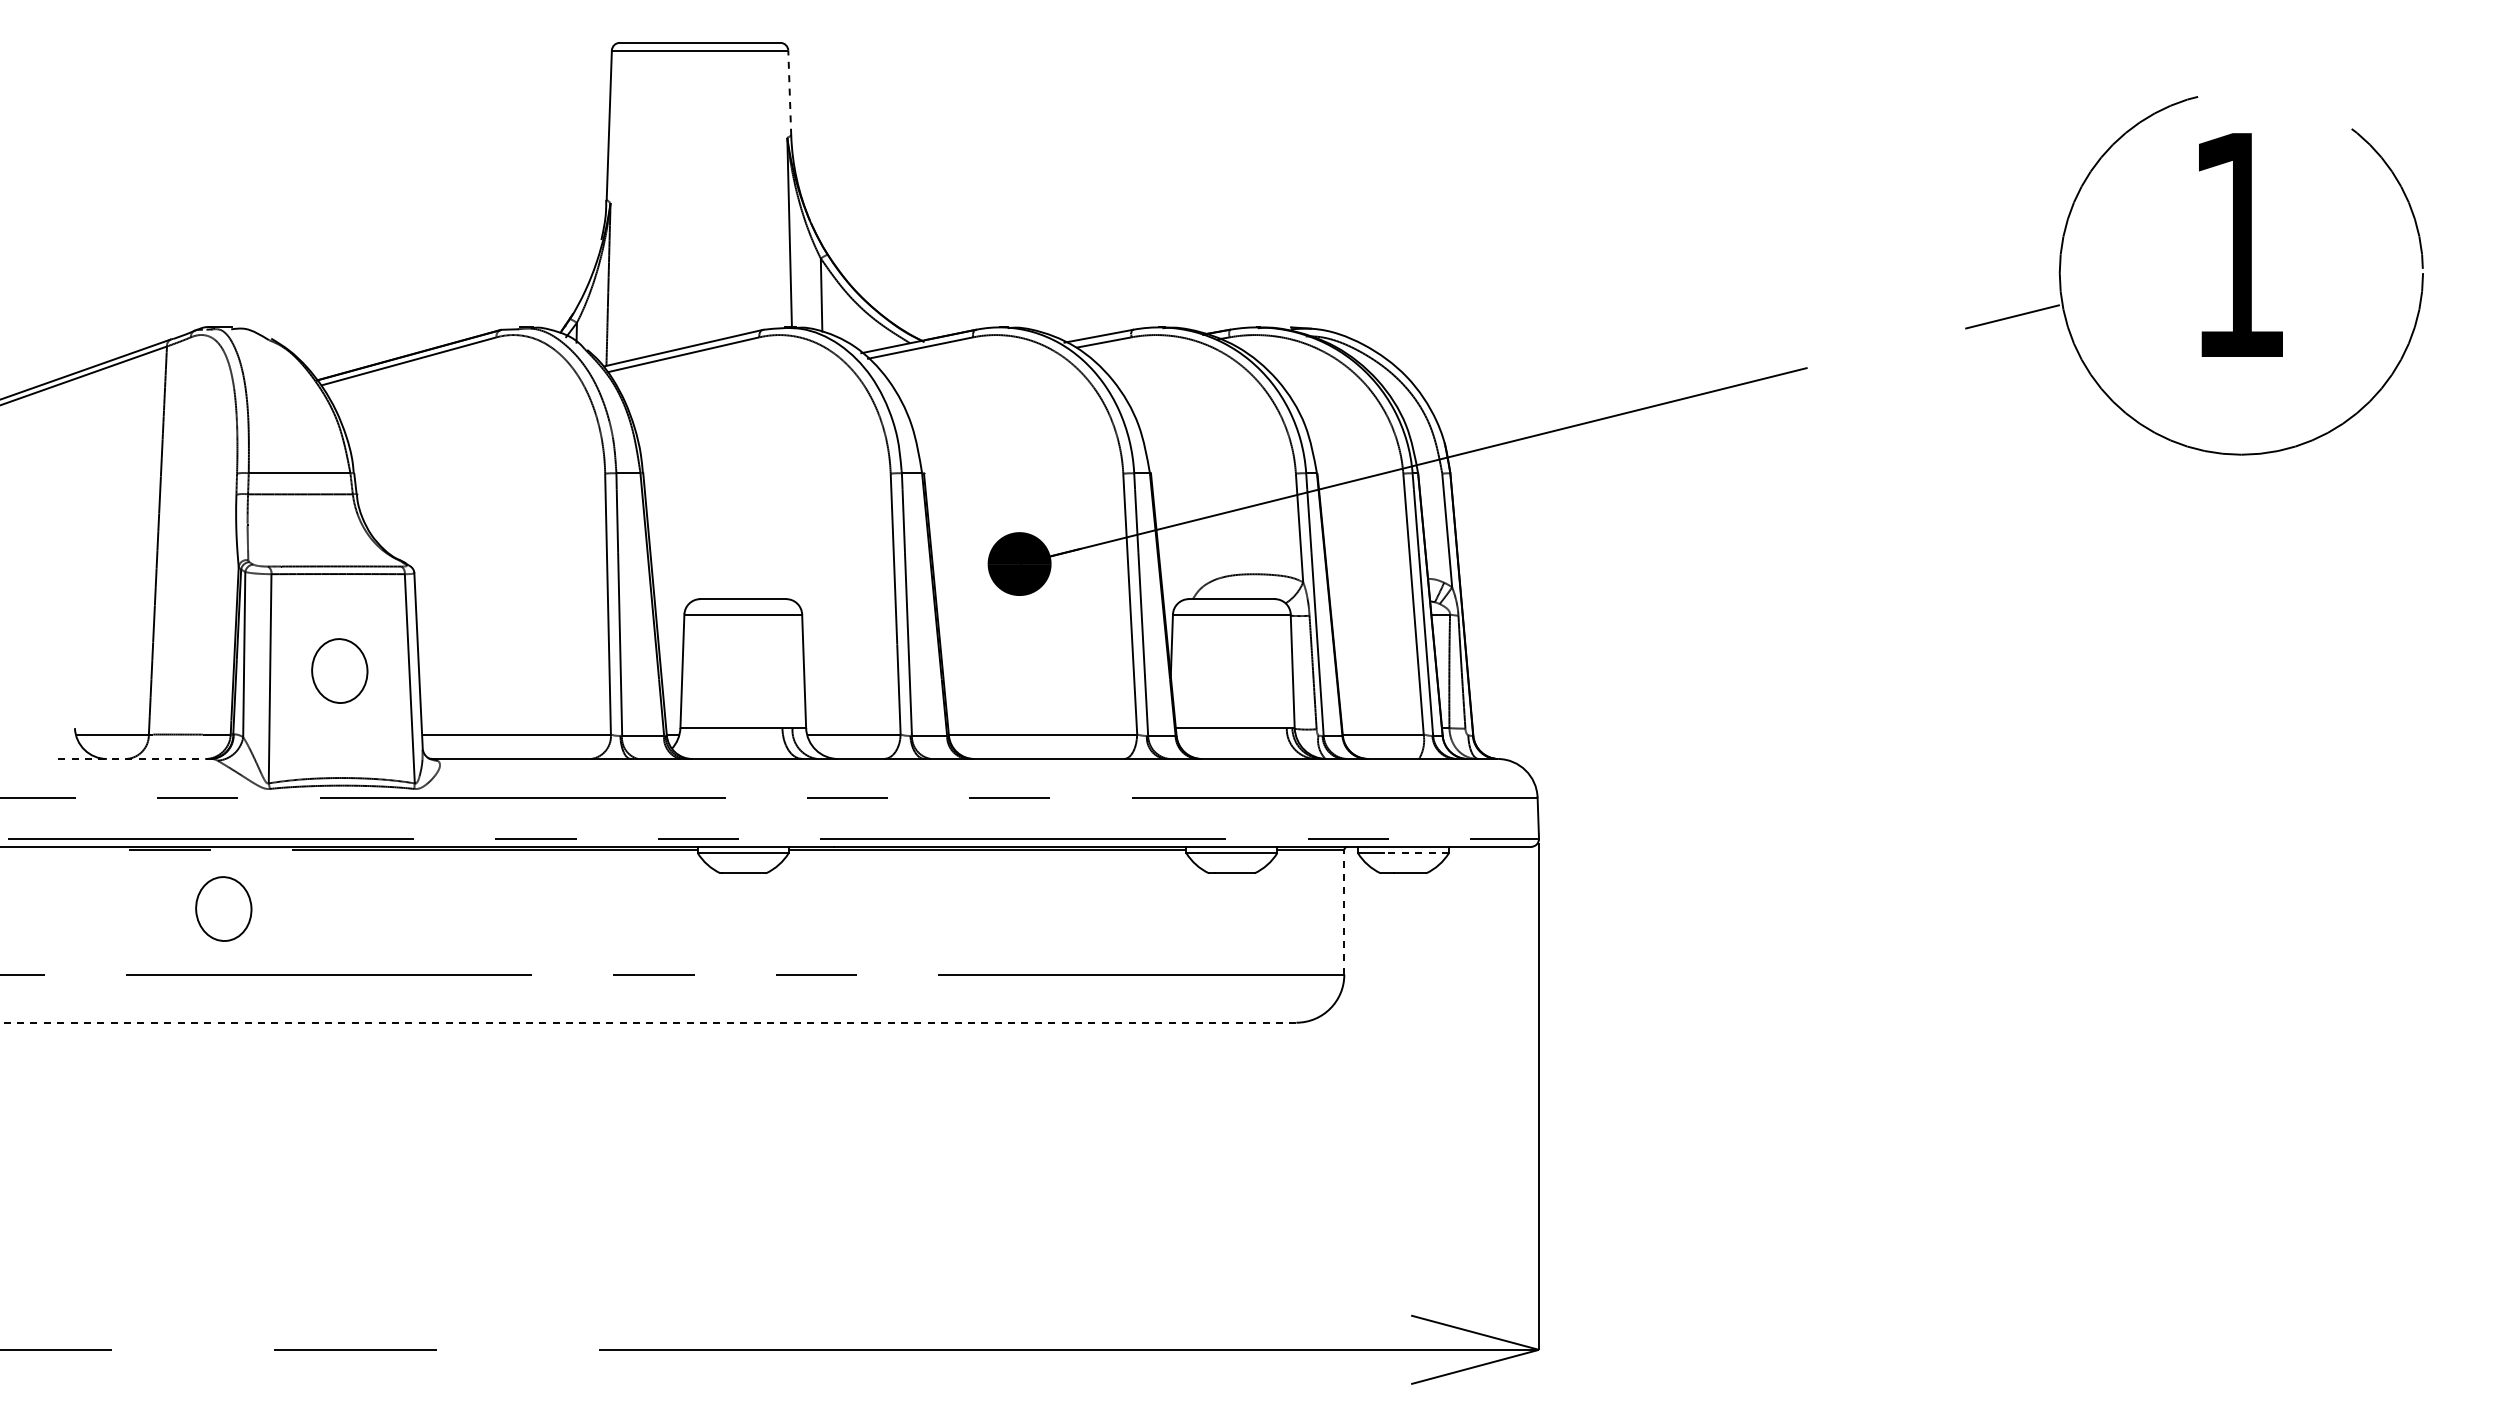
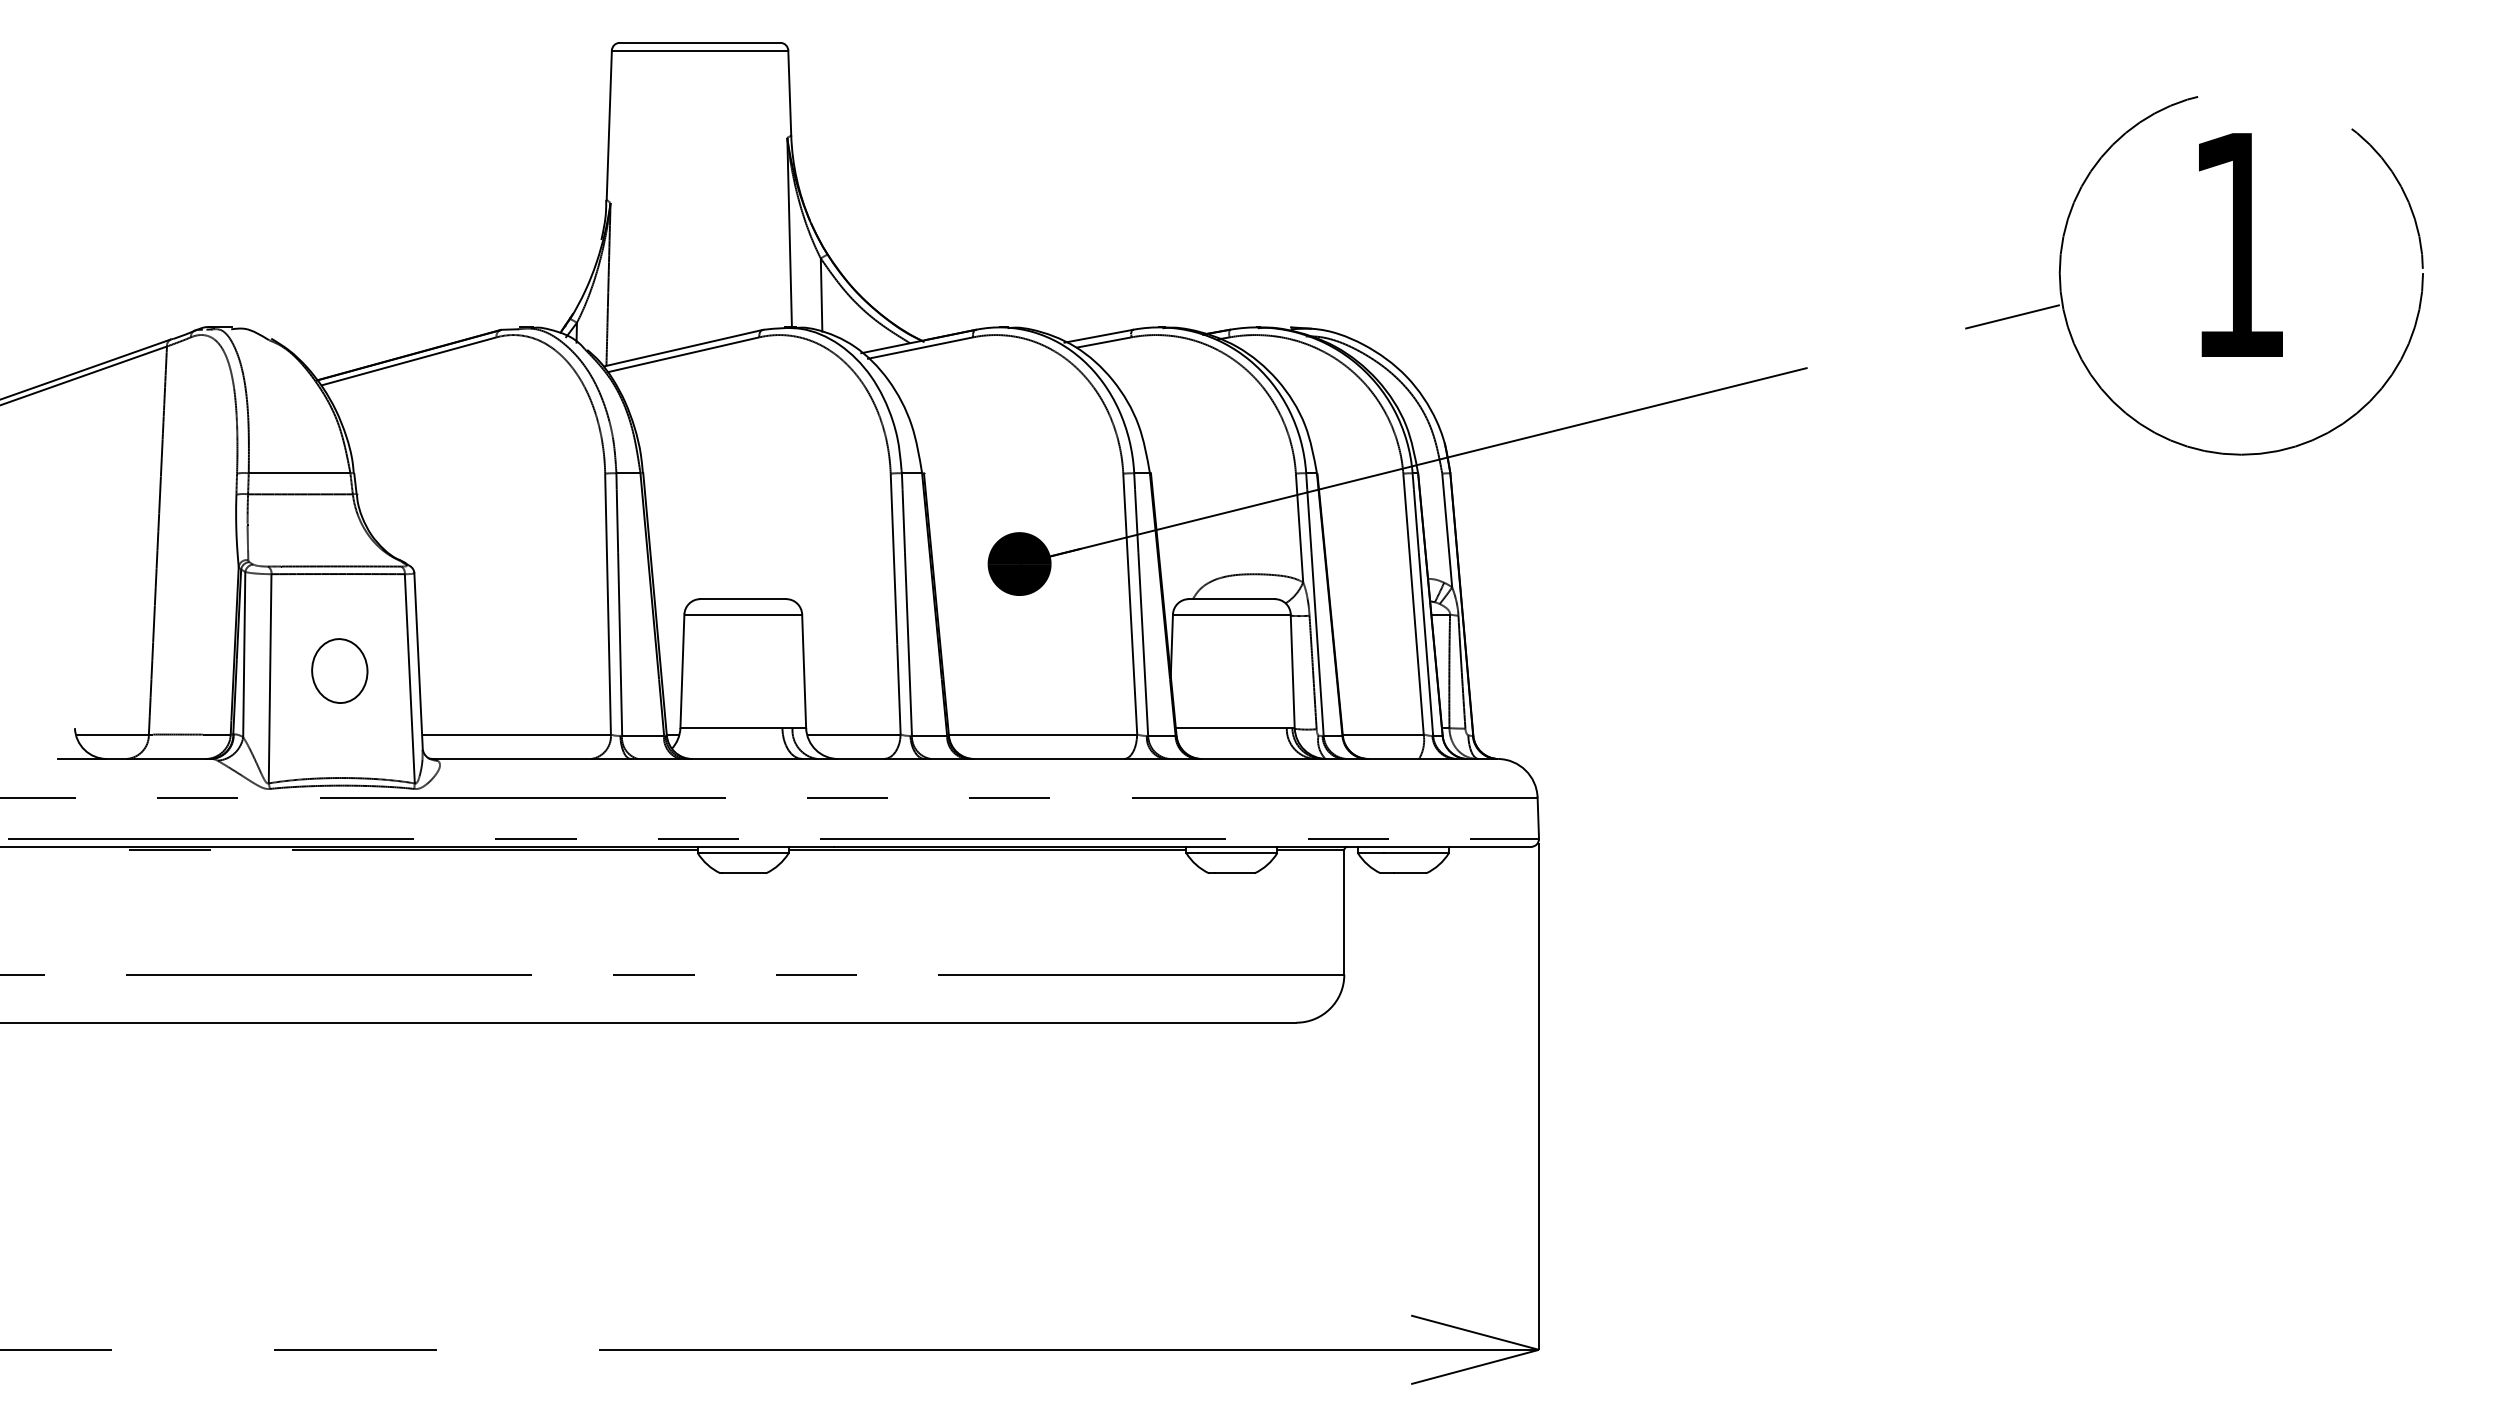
line at (789, 93): dashed -> solid
line at (134, 758): dashed -> solid
line at (1416, 852): dashed -> solid
part at (223, 908): present -> none
line at (1344, 911): dashed -> solid
line at (648, 1022): dashed -> solid
